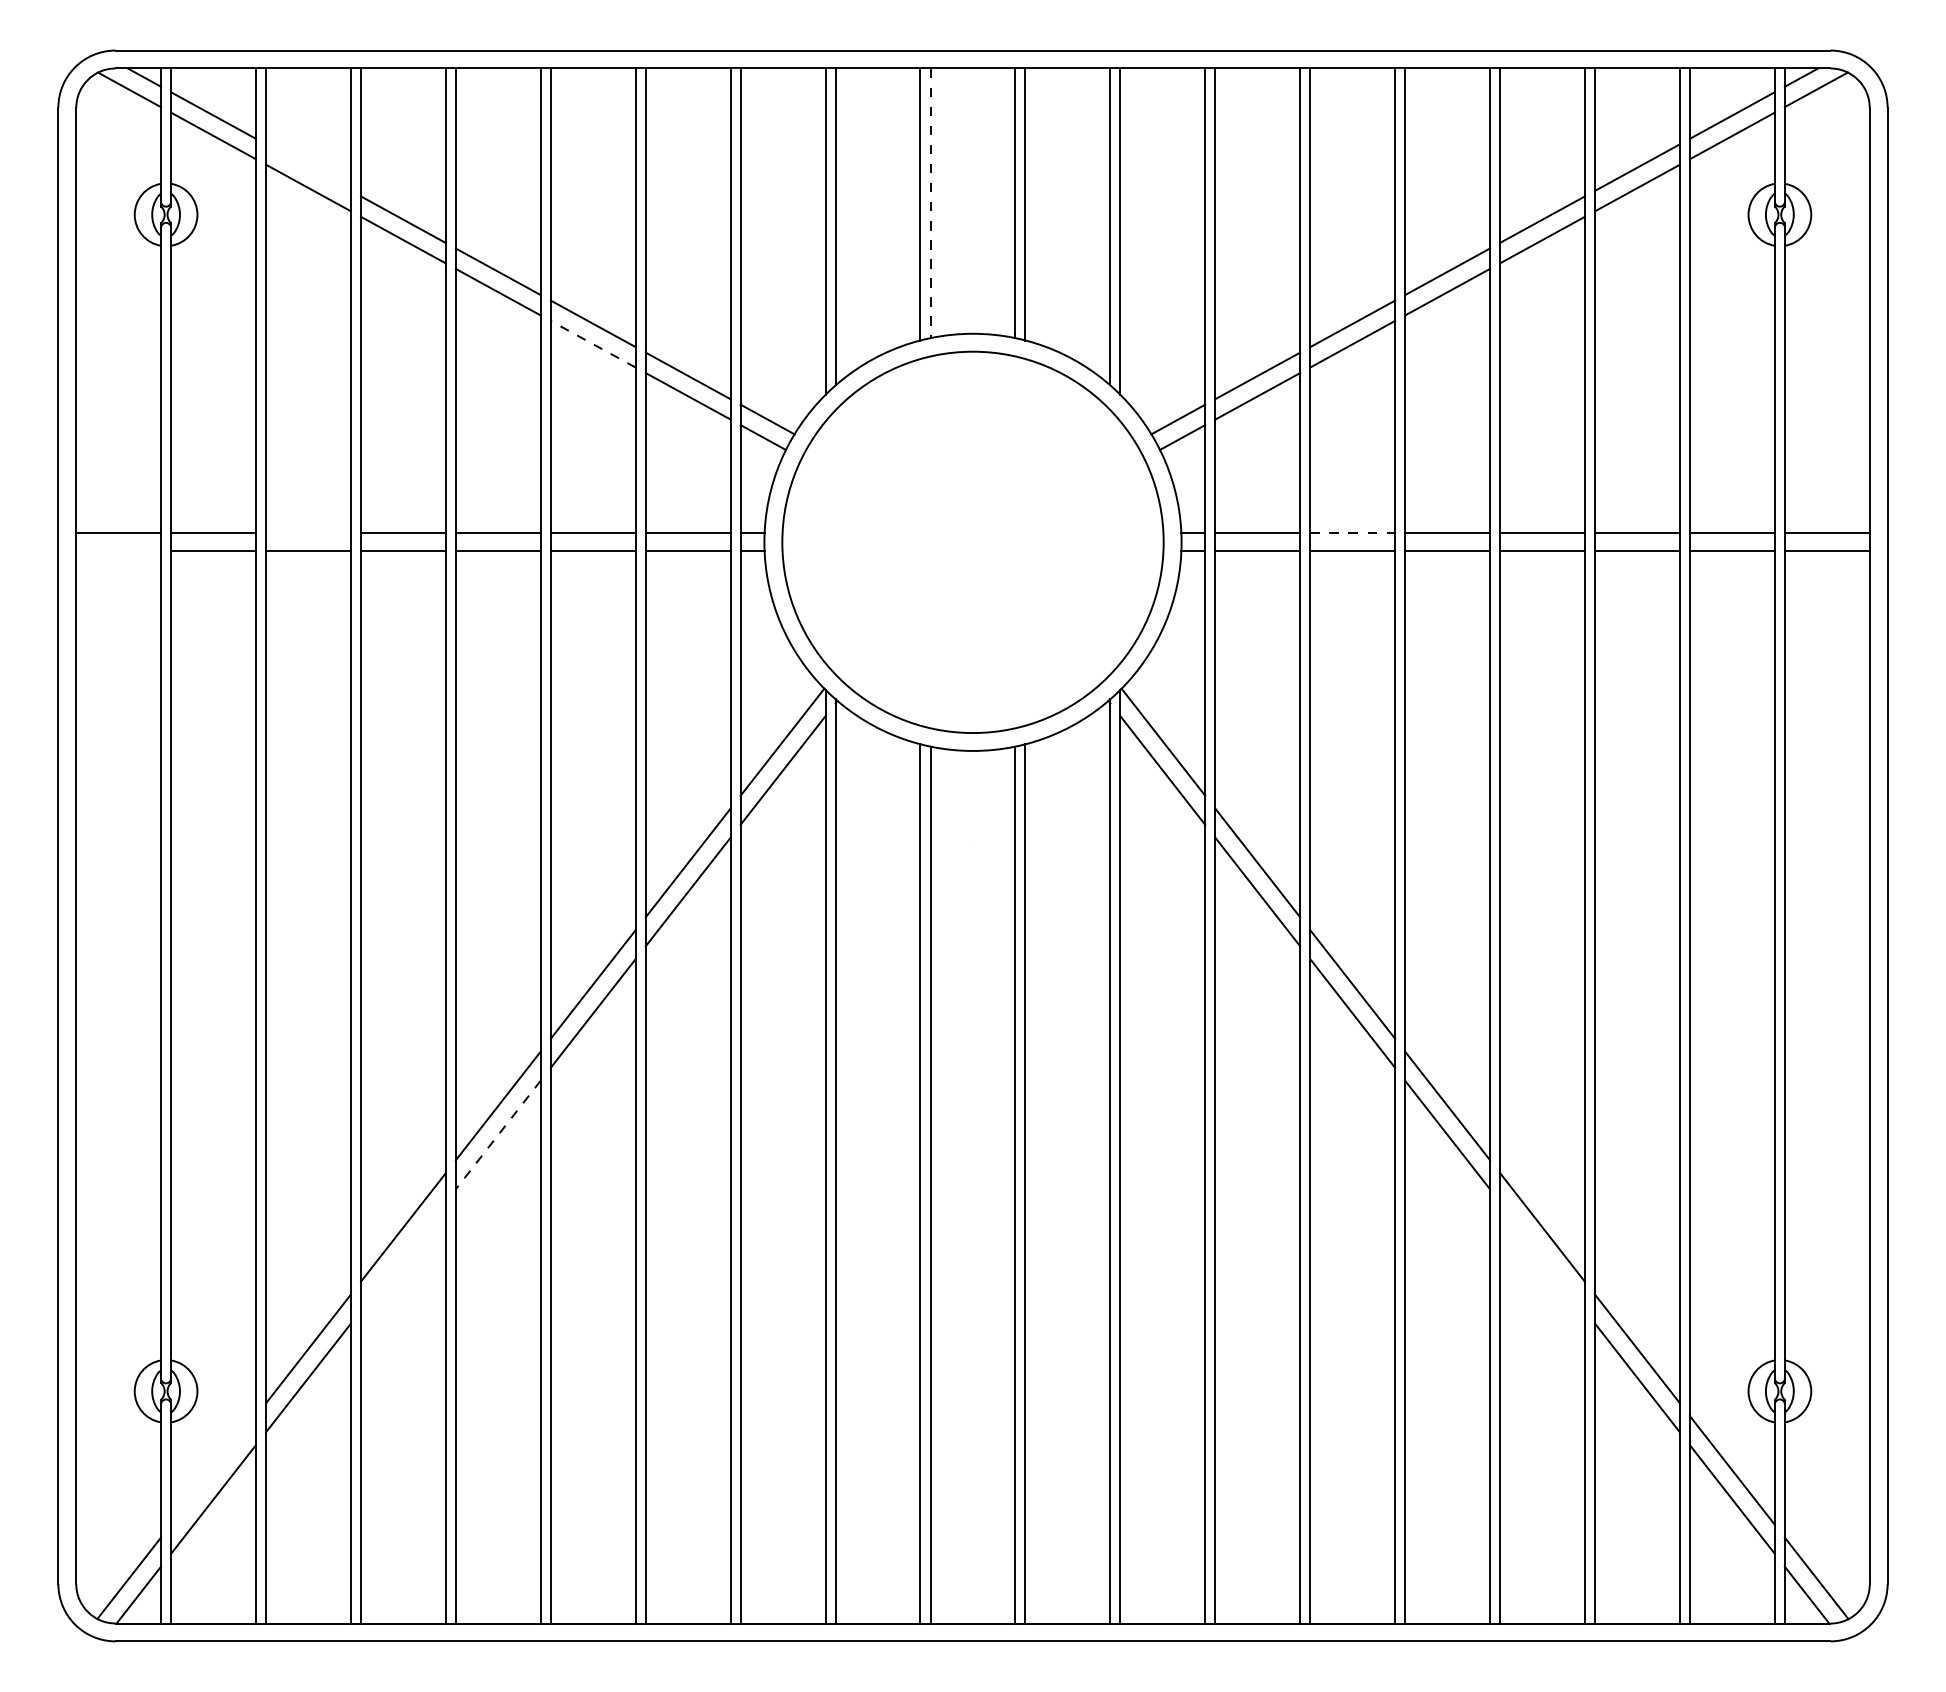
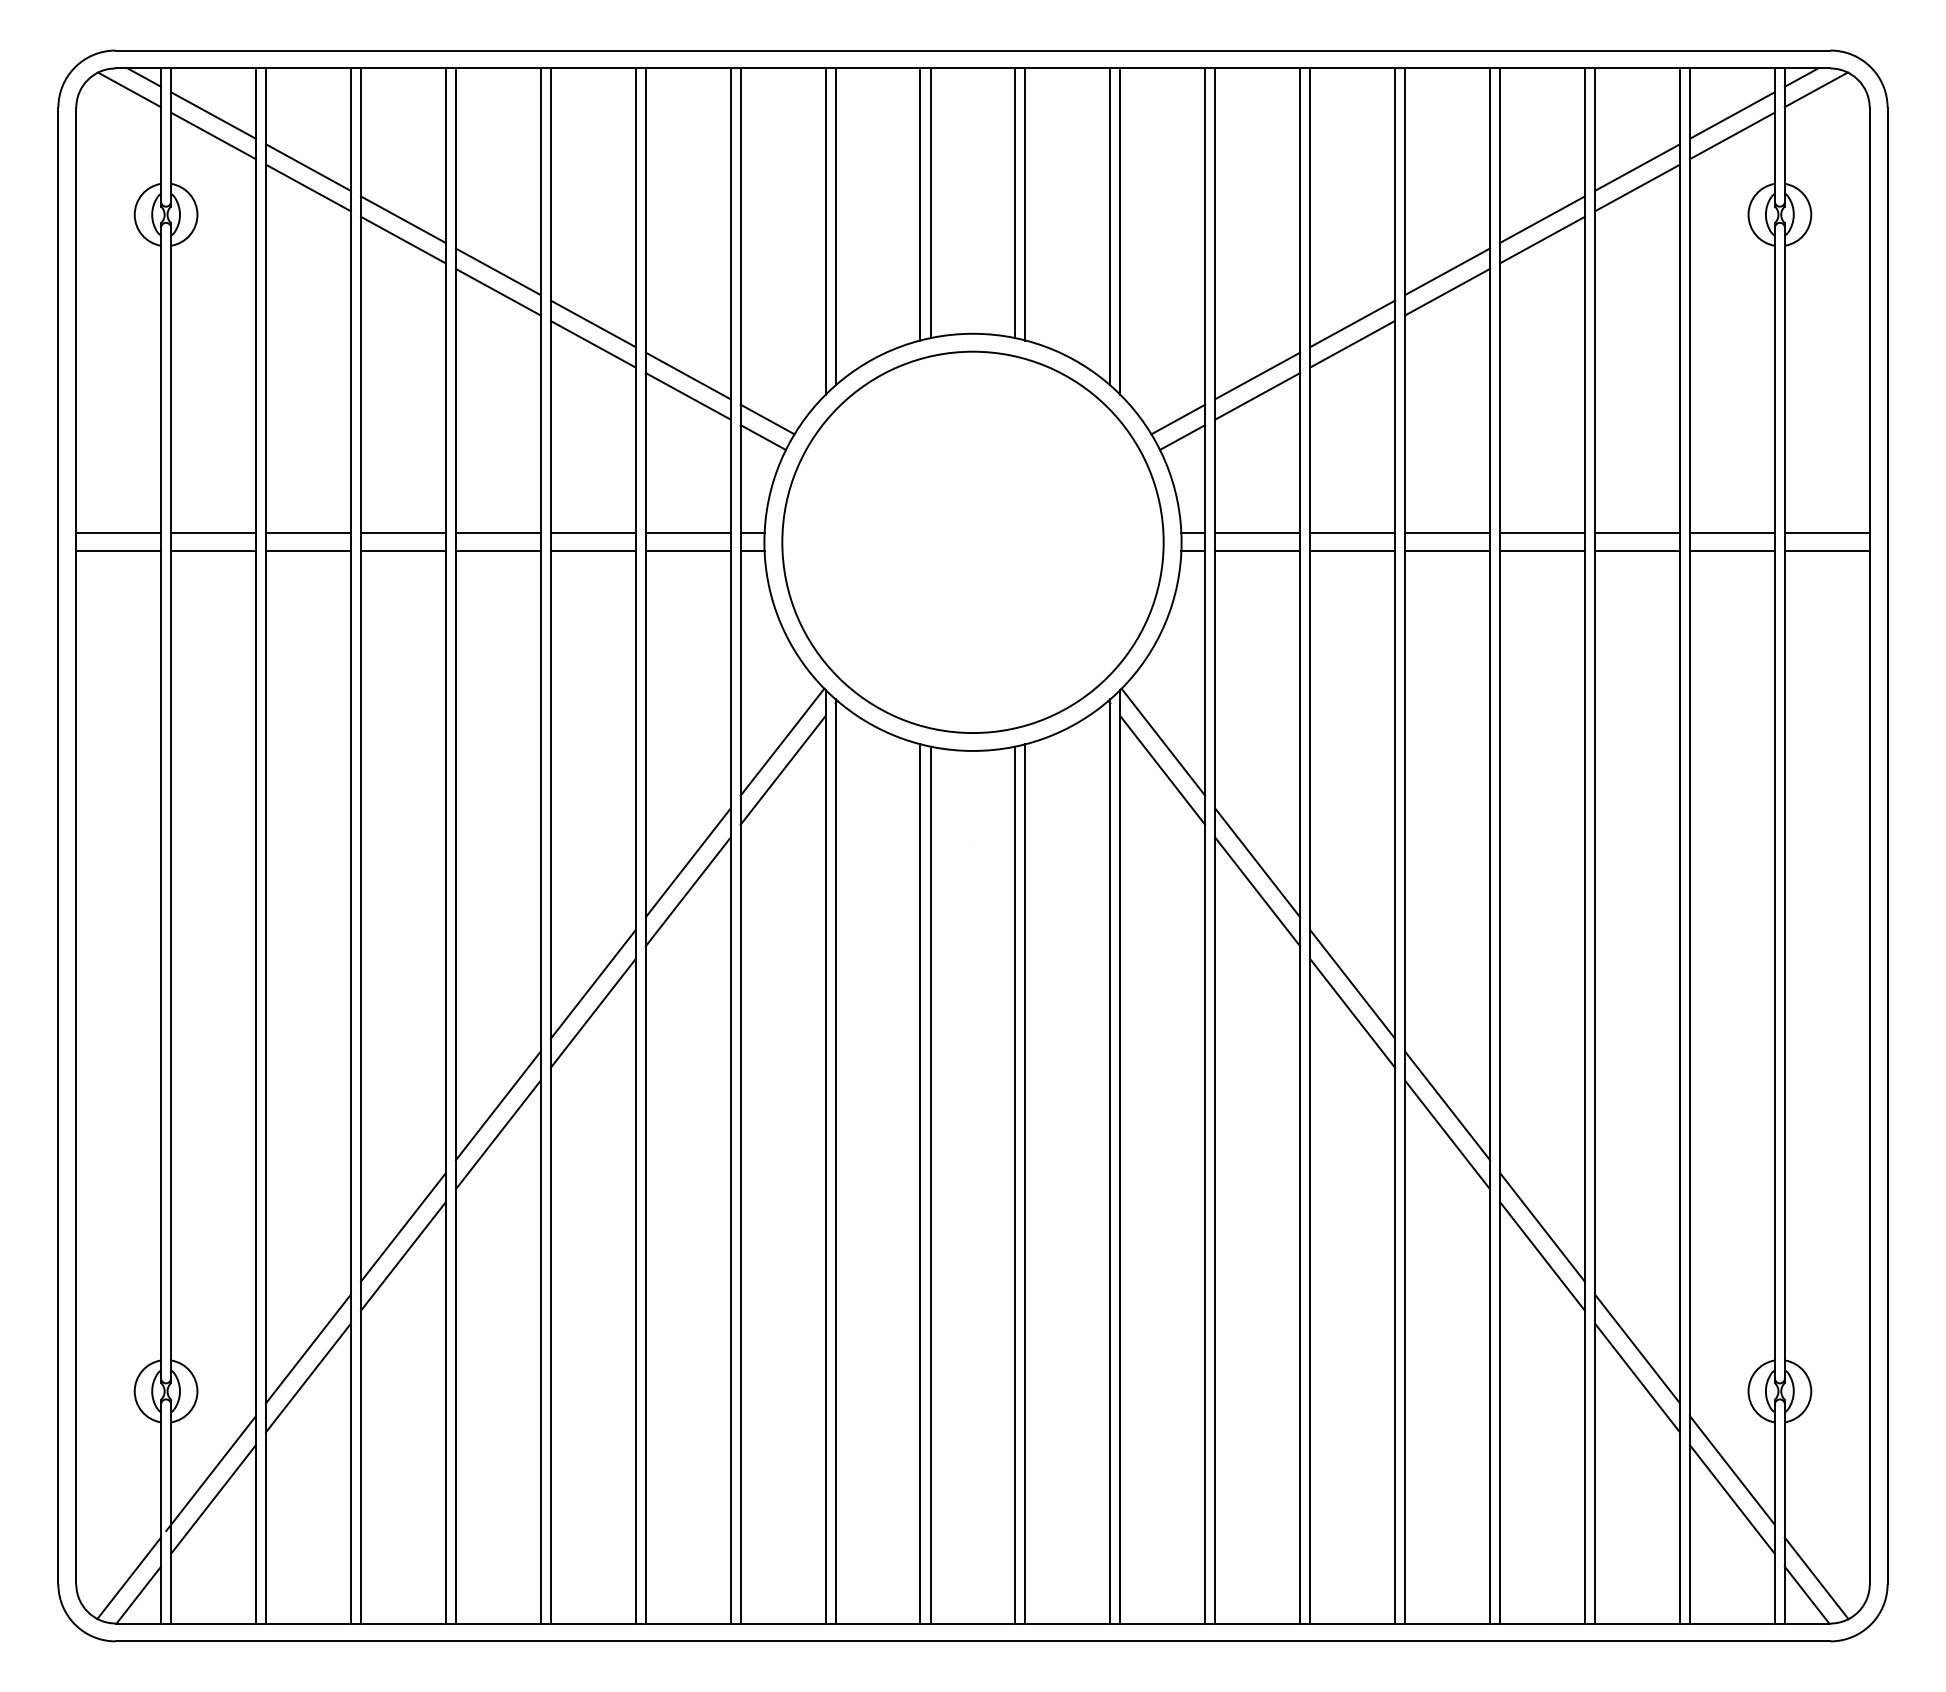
line at (308, 167): none -> present
line at (930, 203): dashed -> solid
line at (592, 344): dashed -> solid
line at (308, 533): none -> present
line at (1353, 533): dashed -> solid
line at (118, 551): none -> present
line at (498, 1134): dashed -> solid
line at (402, 1256): none -> present
line at (1542, 1256): none -> present
line at (211, 1473): none -> present
